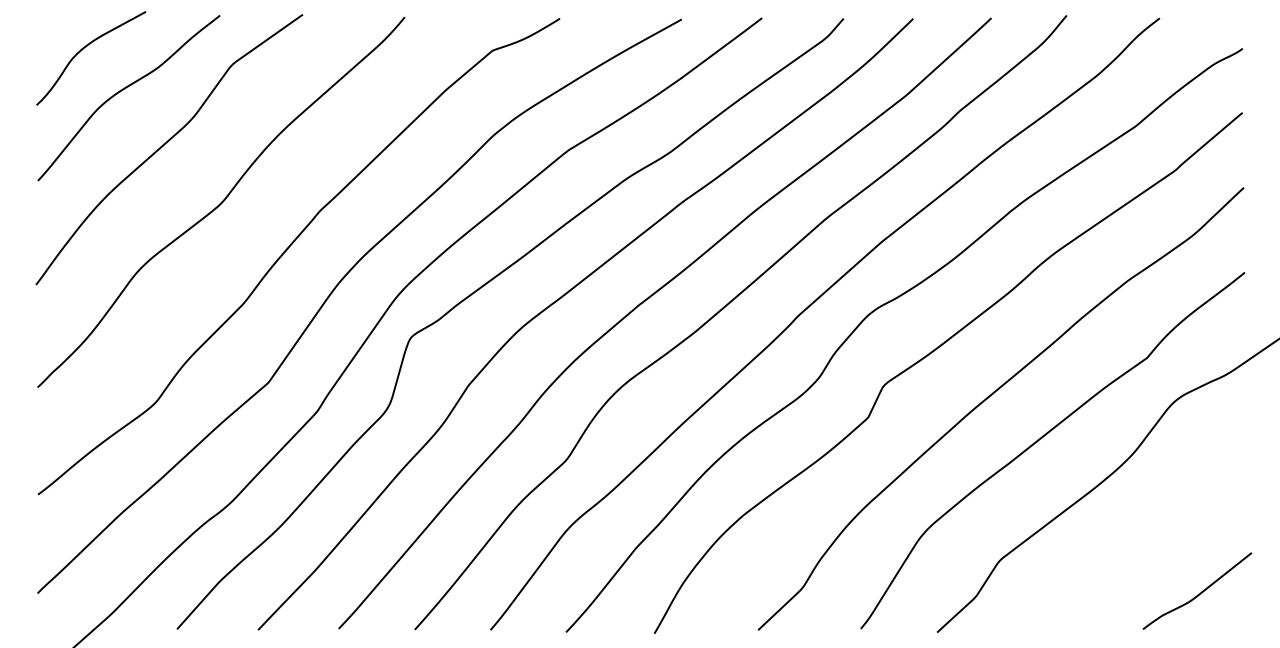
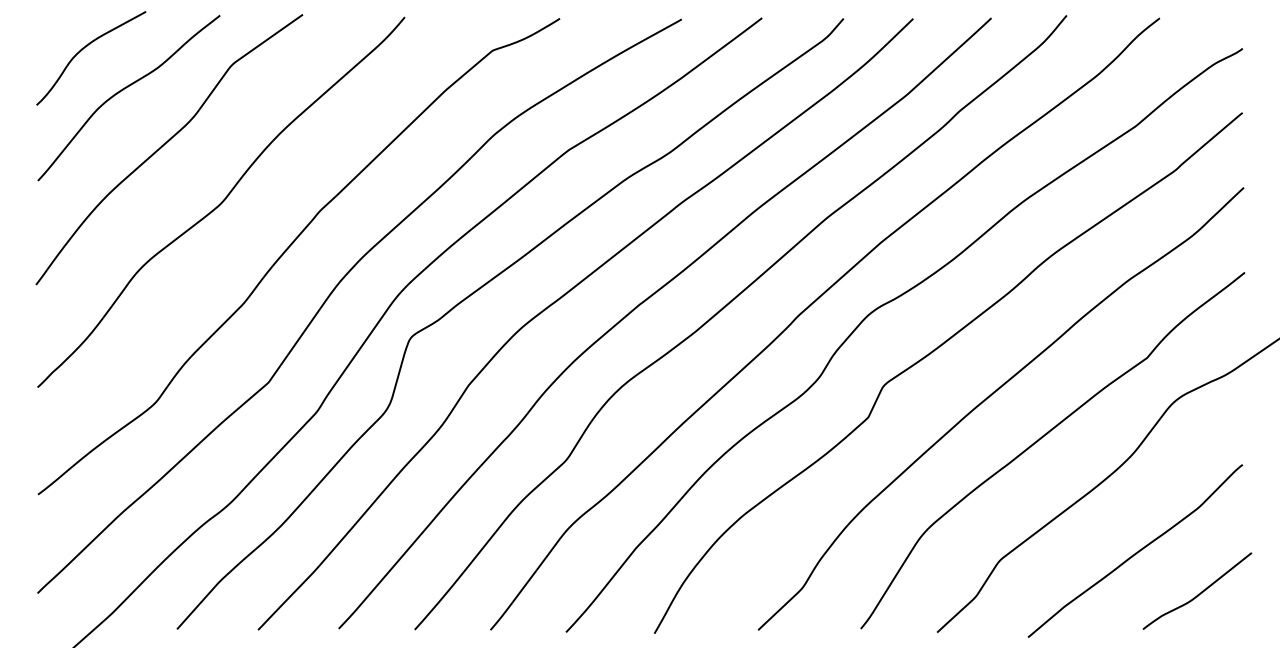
curve at (1135, 552): none -> present
